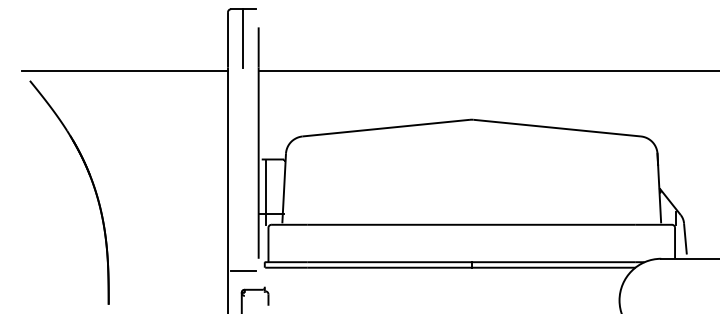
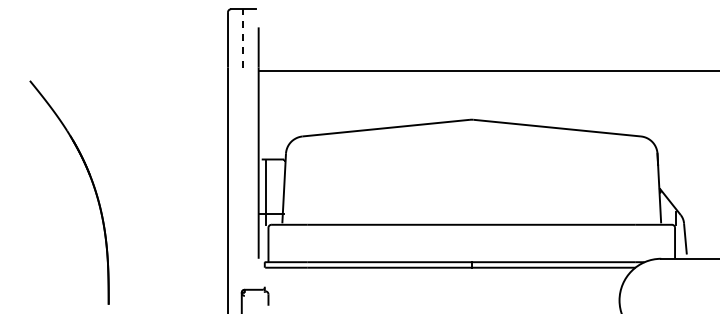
line at (243, 37): solid -> dashed
line at (124, 70): present -> none
line at (243, 271): present -> none
